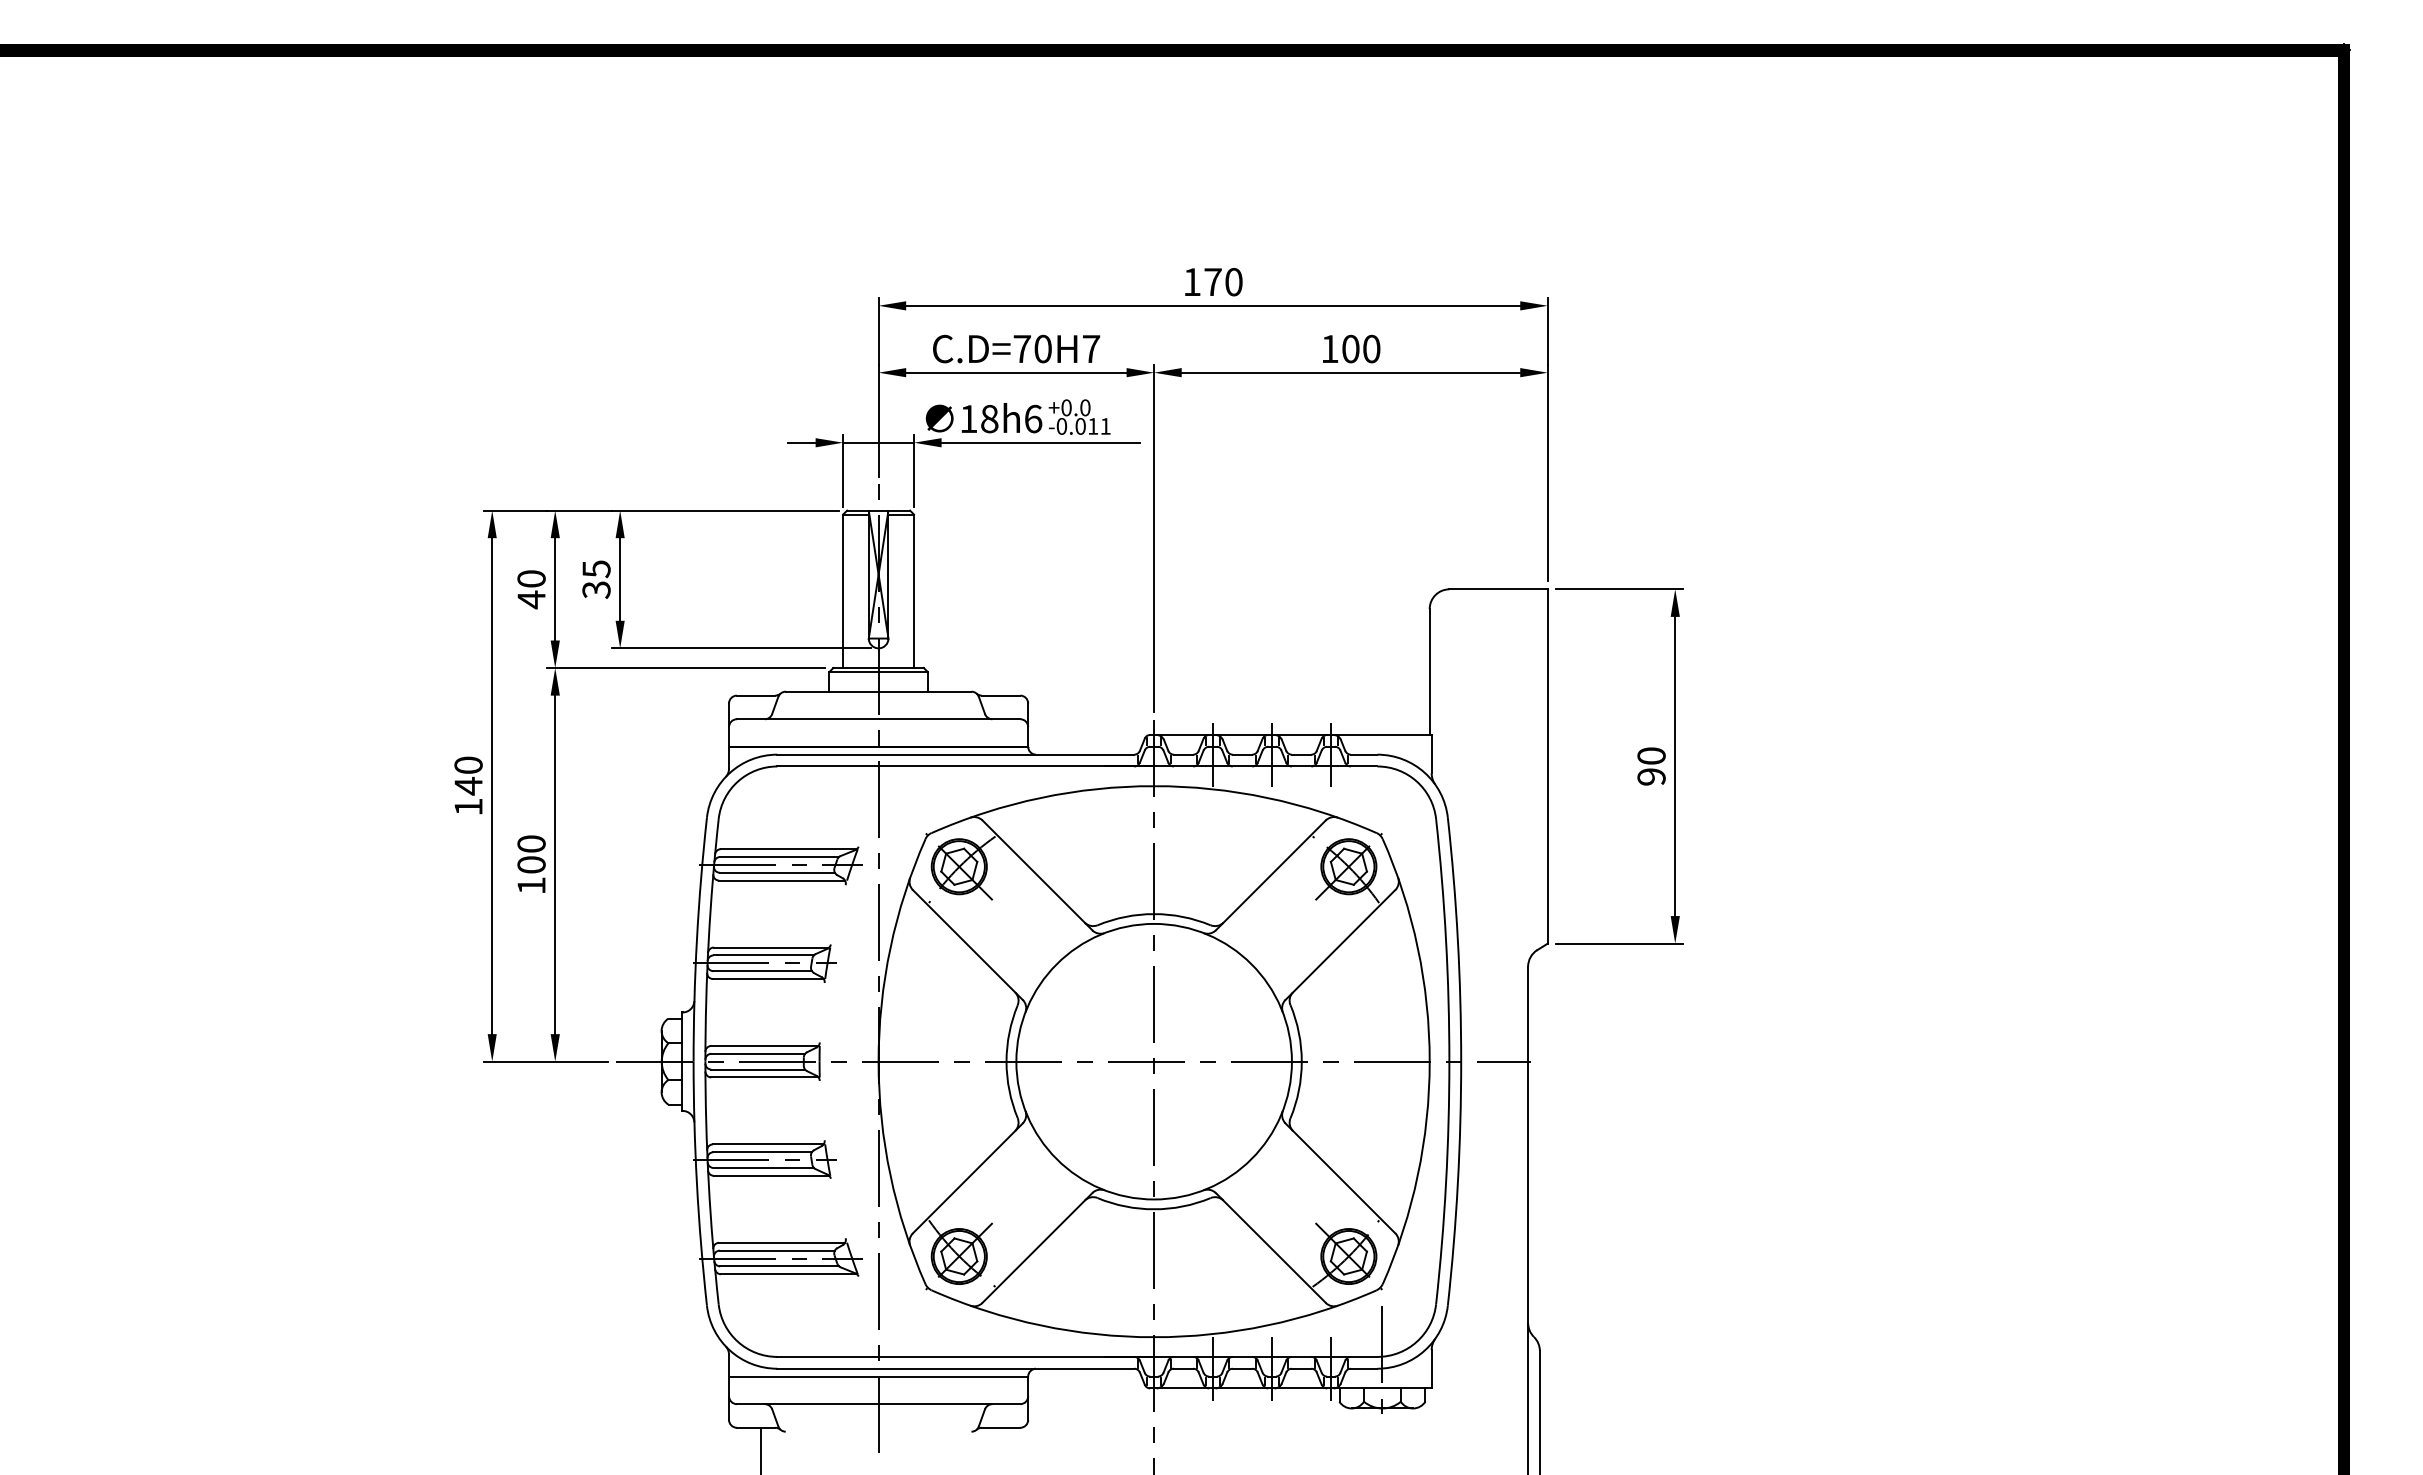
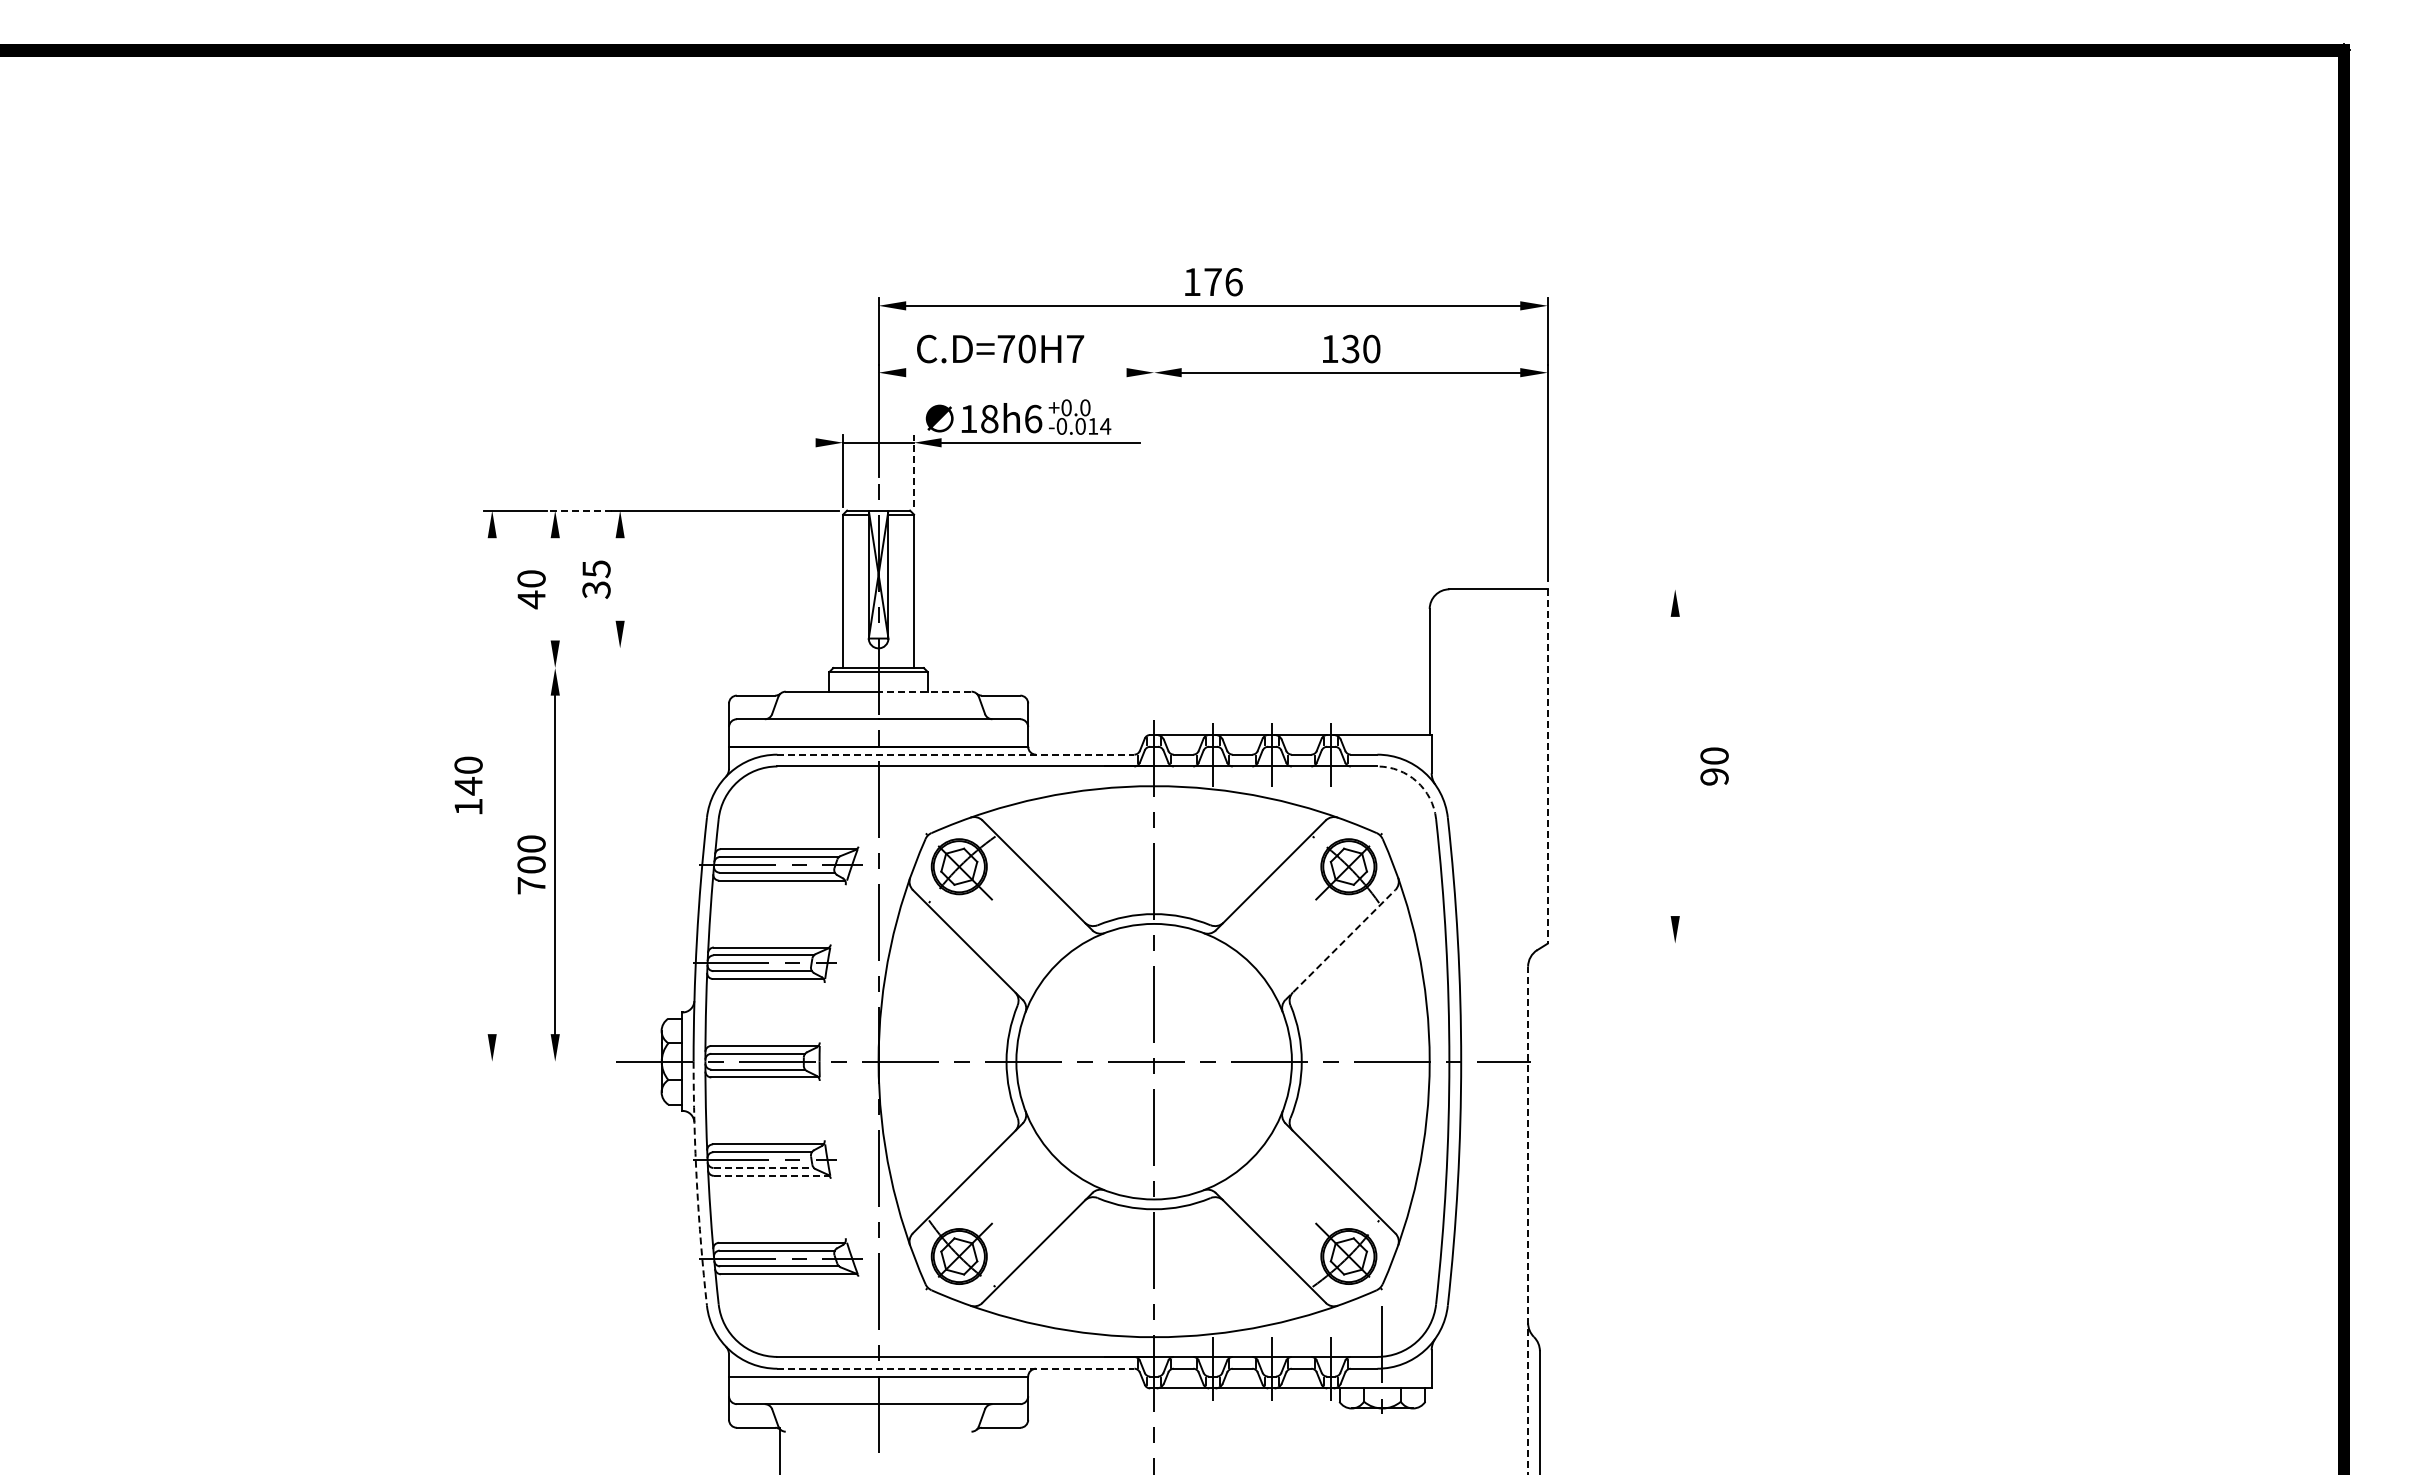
text at (1233, 282): 170 -> 176
text at (1016, 348) position: (1016, 348) -> (1000, 348)
text at (1350, 348): 100 -> 130
line at (1016, 372): present -> none
text at (1105, 426): -0.011 -> -0.014
line at (801, 442): present -> none
line at (914, 470): solid -> dashed
line at (579, 510): solid -> dashed
line at (1154, 538): present -> none
line at (620, 579): present -> none
line at (555, 589): present -> none
line at (1619, 589): present -> none
line at (741, 648): present -> none
line at (686, 668): present -> none
line at (924, 691): solid -> dashed
line at (956, 754): solid -> dashed
line at (1547, 766): solid -> dashed
text at (1651, 766) position: (1651, 766) -> (1714, 766)
line at (1675, 766): present -> none
arc at (1416, 781): solid -> dashed
line at (492, 786): present -> none
text at (531, 885): 100 -> 700
line at (1619, 943): present -> none
line at (1340, 945): solid -> dashed
line at (546, 1061): present -> none
line at (764, 1167): solid -> dashed
line at (771, 1175): solid -> dashed
arc at (696, 1183): solid -> dashed
line at (1528, 1220): solid -> dashed
line at (956, 1368): solid -> dashed
line at (760, 1449) position: (760, 1449) -> (779, 1449)
